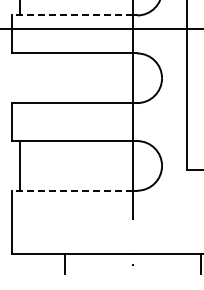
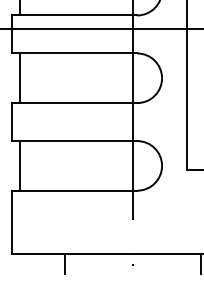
line at (72, 15): dashed -> solid
line at (19, 78): none -> present
line at (72, 190): dashed -> solid
